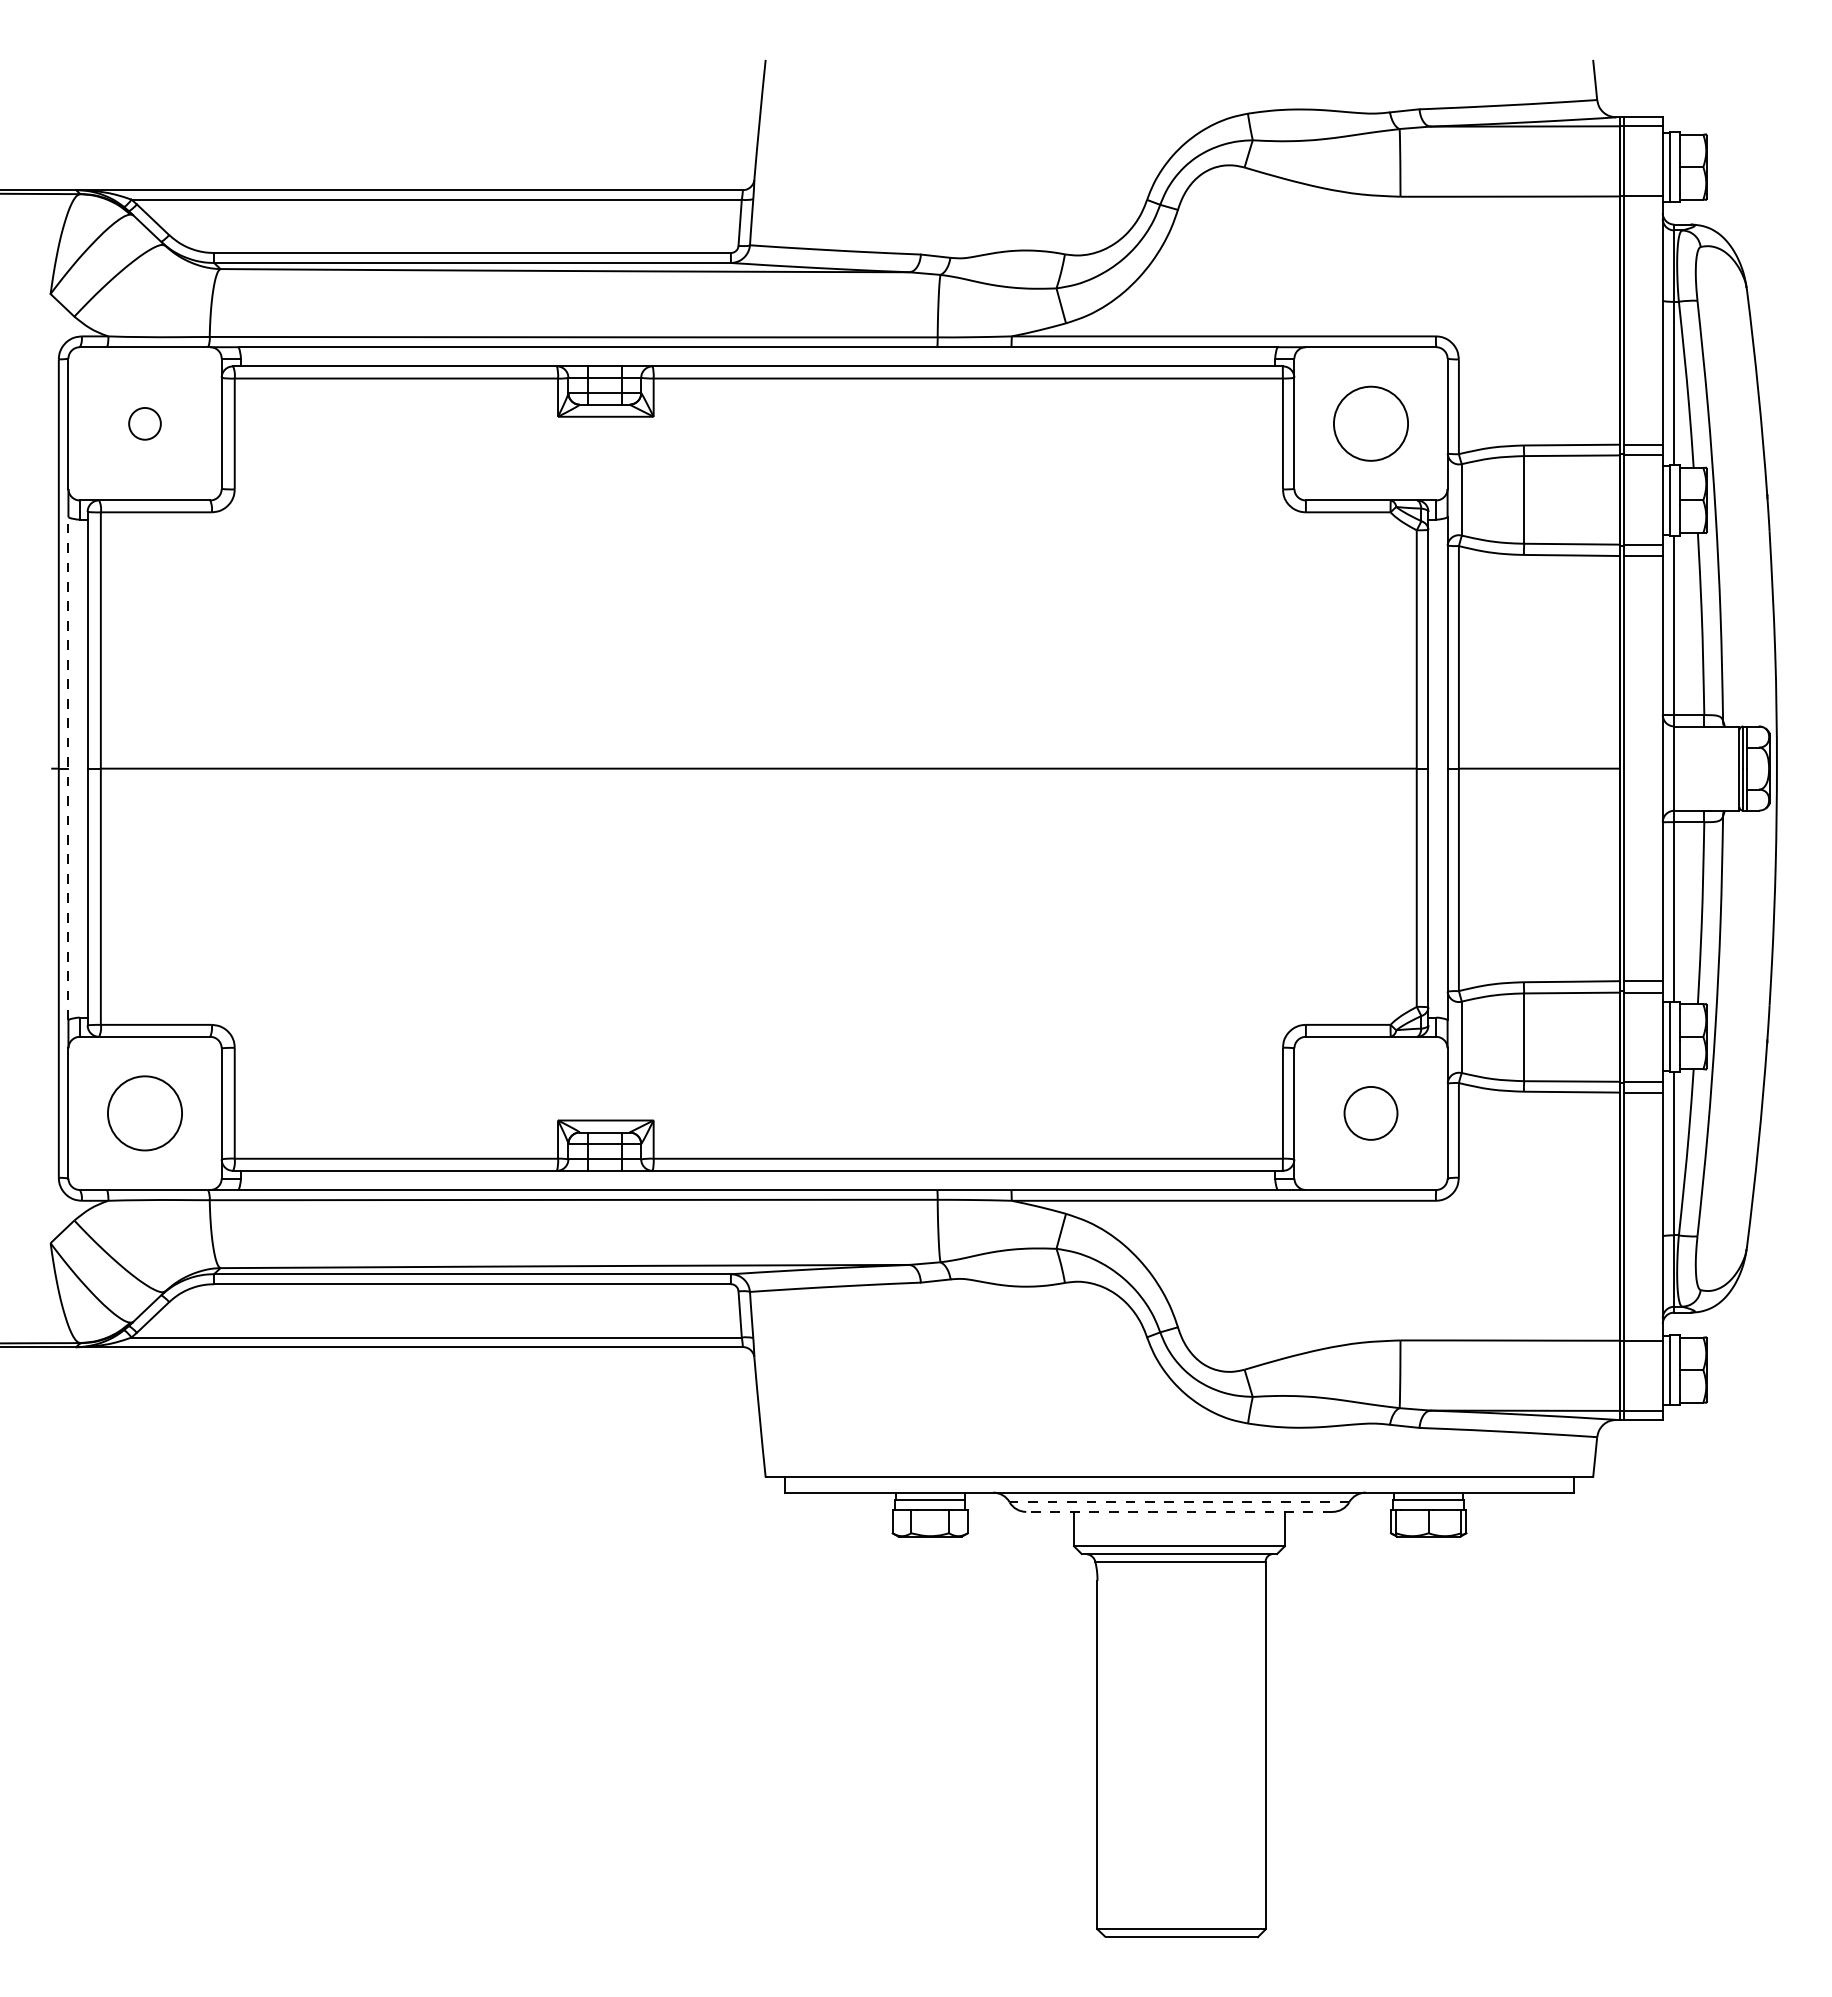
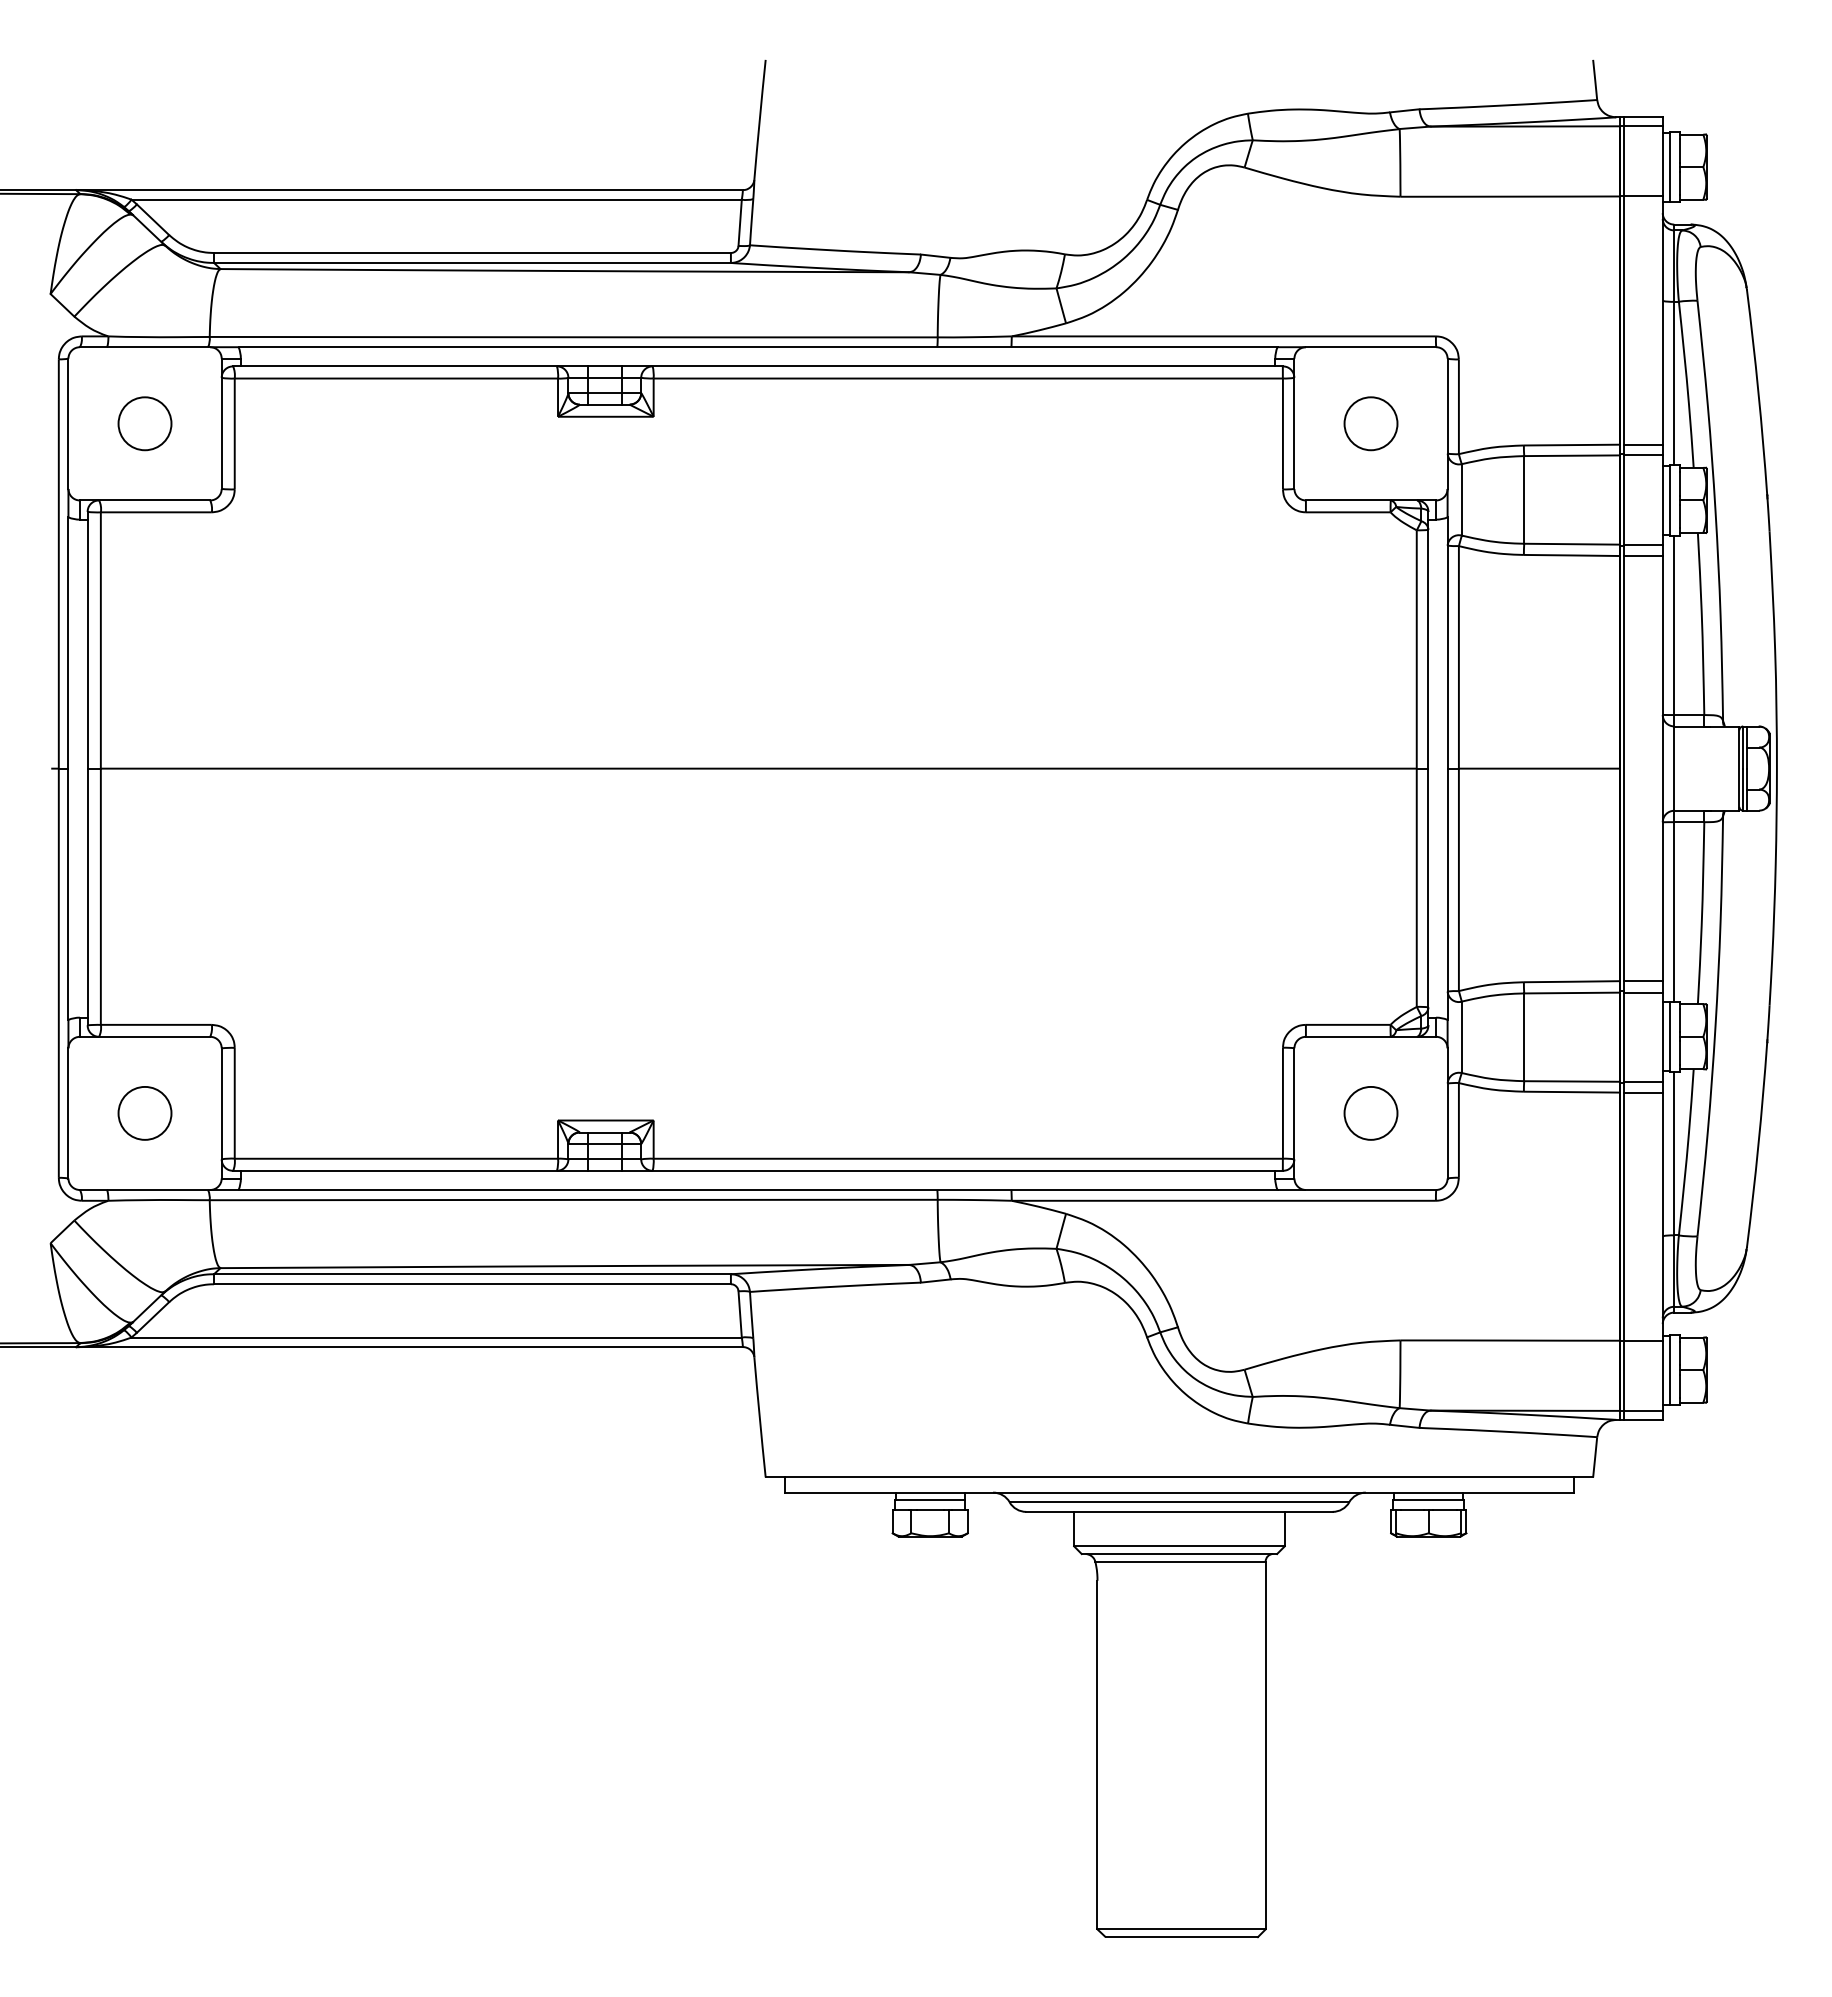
circle at (144, 423) size: 34x34 px -> 56x56 px
circle at (1370, 423) diameter: 74 px -> 53 px
line at (68, 768): dashed -> solid
circle at (144, 1113) diameter: 74 px -> 53 px
line at (1179, 1502): dashed -> solid
line at (1178, 1511): dashed -> solid
